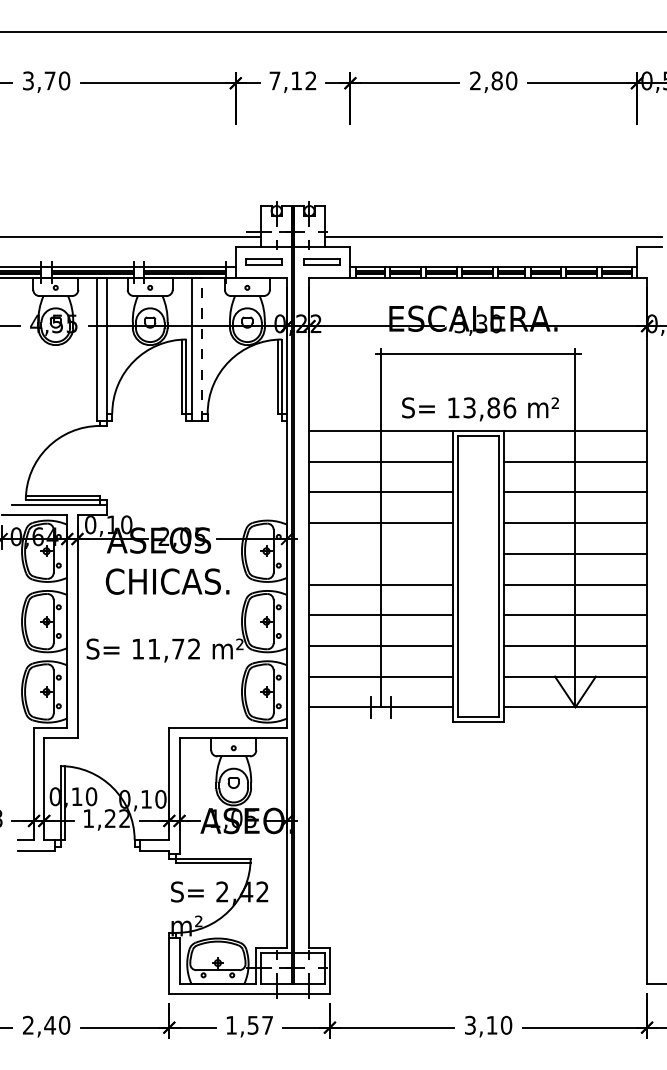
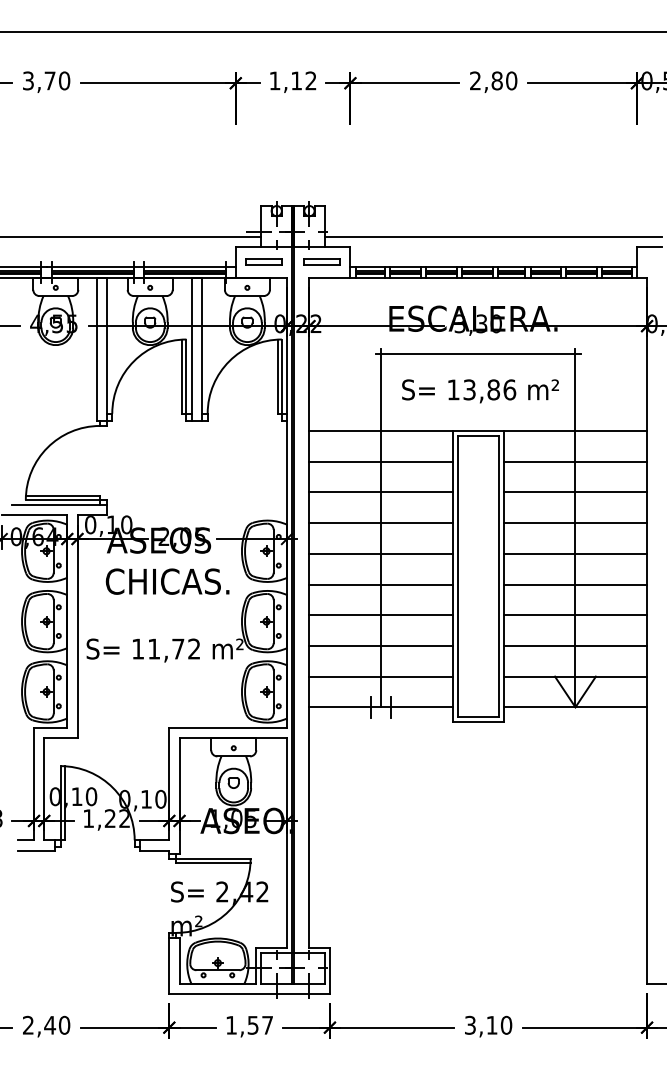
text at (274, 80): 7,12 -> 1,12
line at (202, 349): dashed -> solid
text at (480, 409) position: (480, 409) -> (480, 391)
line at (380, 553): none -> present
